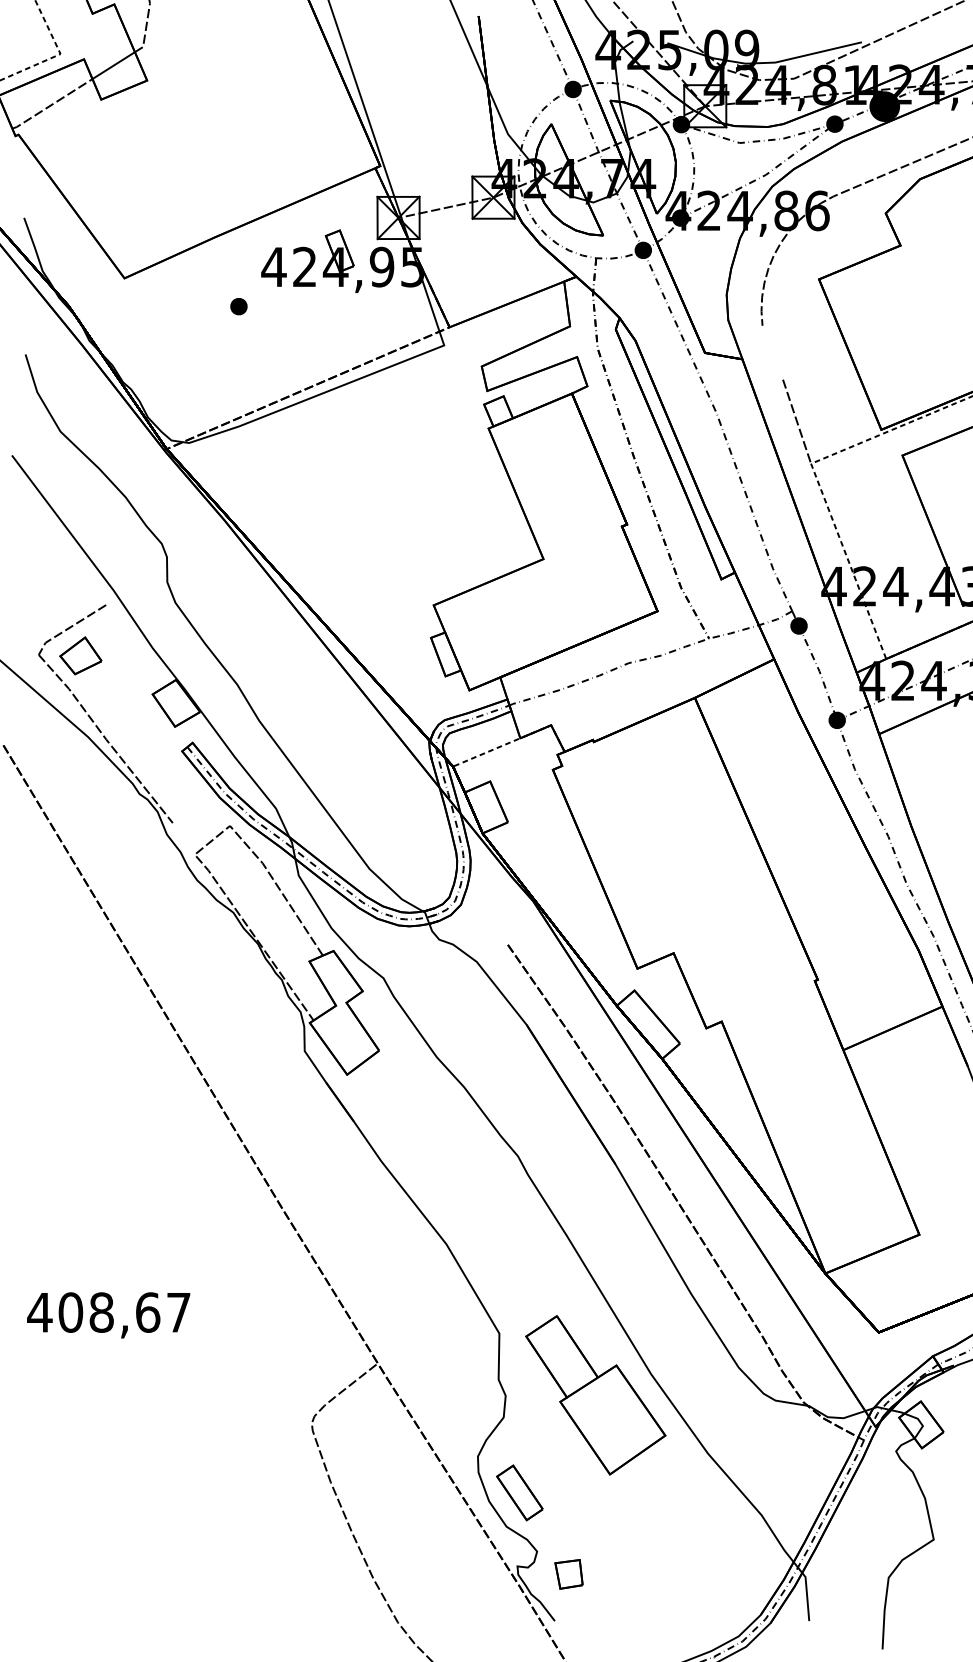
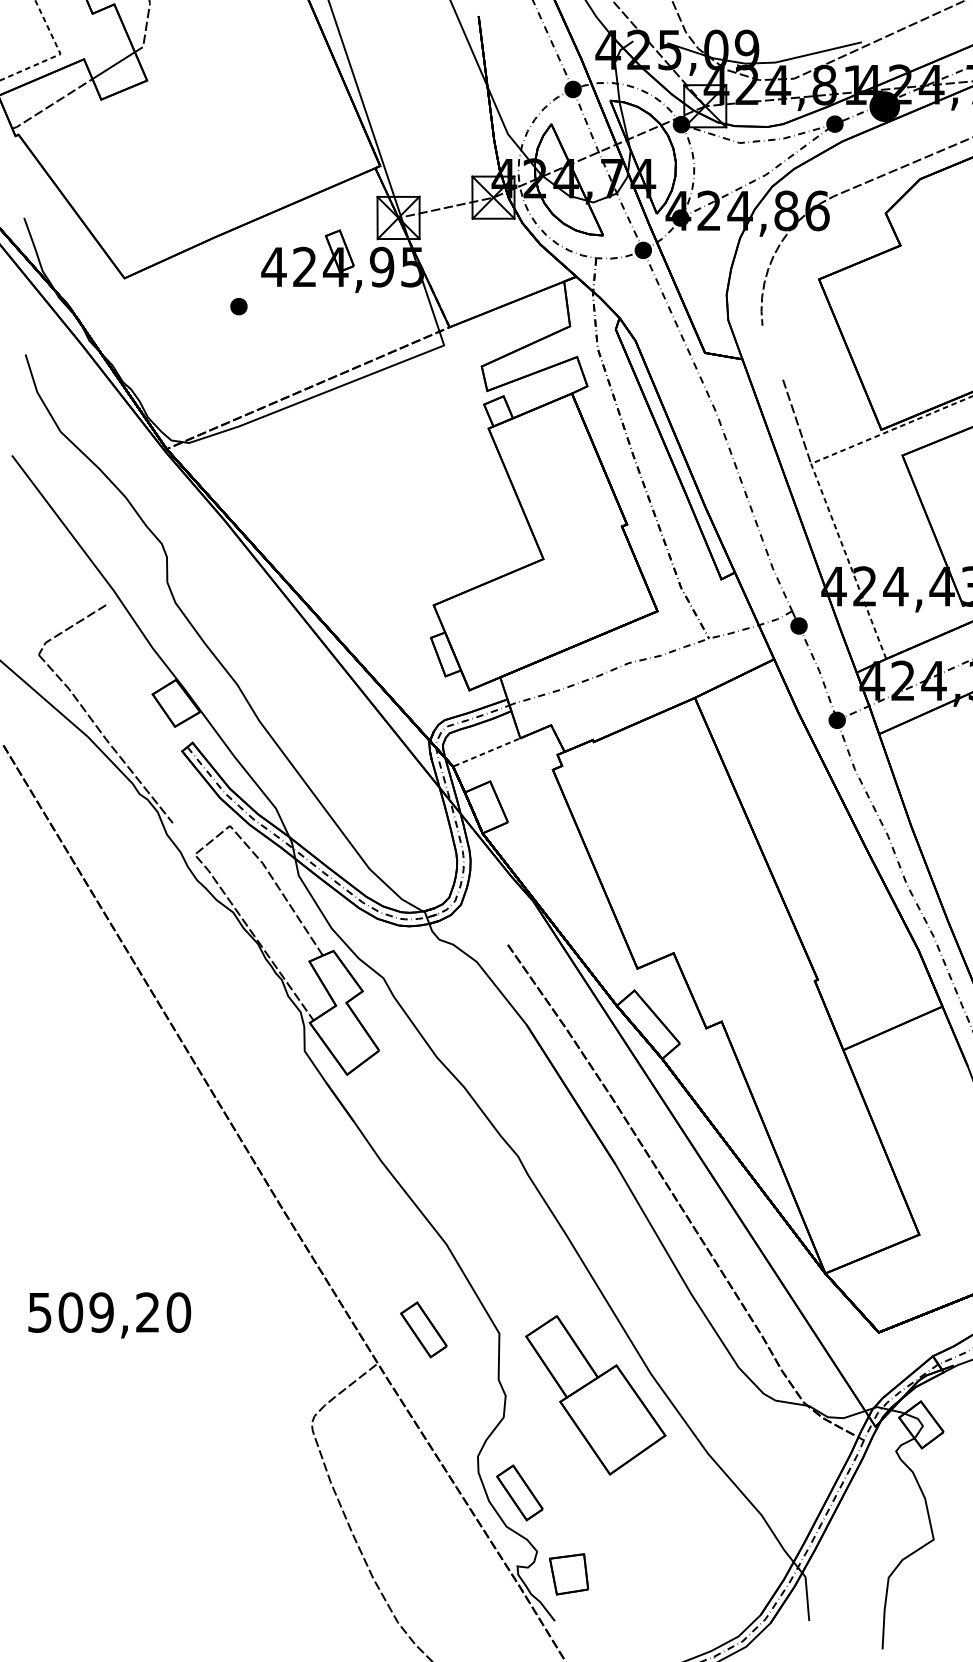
part at (80, 655): present -> none
text at (109, 1312): 408,67 -> 509,20
part at (423, 1329): none -> present
part at (568, 1574) size: 30x31 px -> 41x43 px
